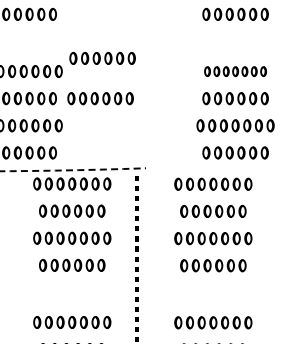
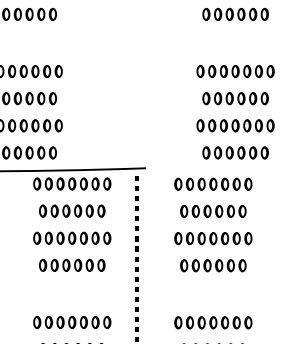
part at (102, 57): present -> none
part at (235, 71) size: 63x11 px -> 79x14 px
part at (100, 98): present -> none
arc at (73, 170): dashed -> solid
